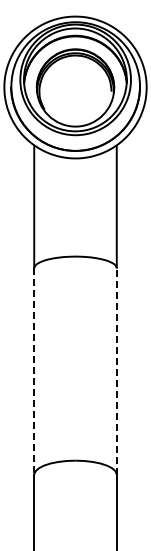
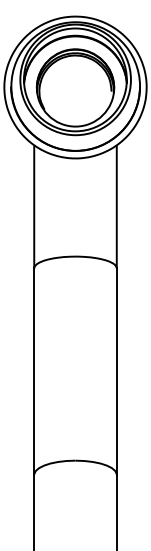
line at (116, 371): dashed -> solid
line at (34, 372): dashed -> solid
